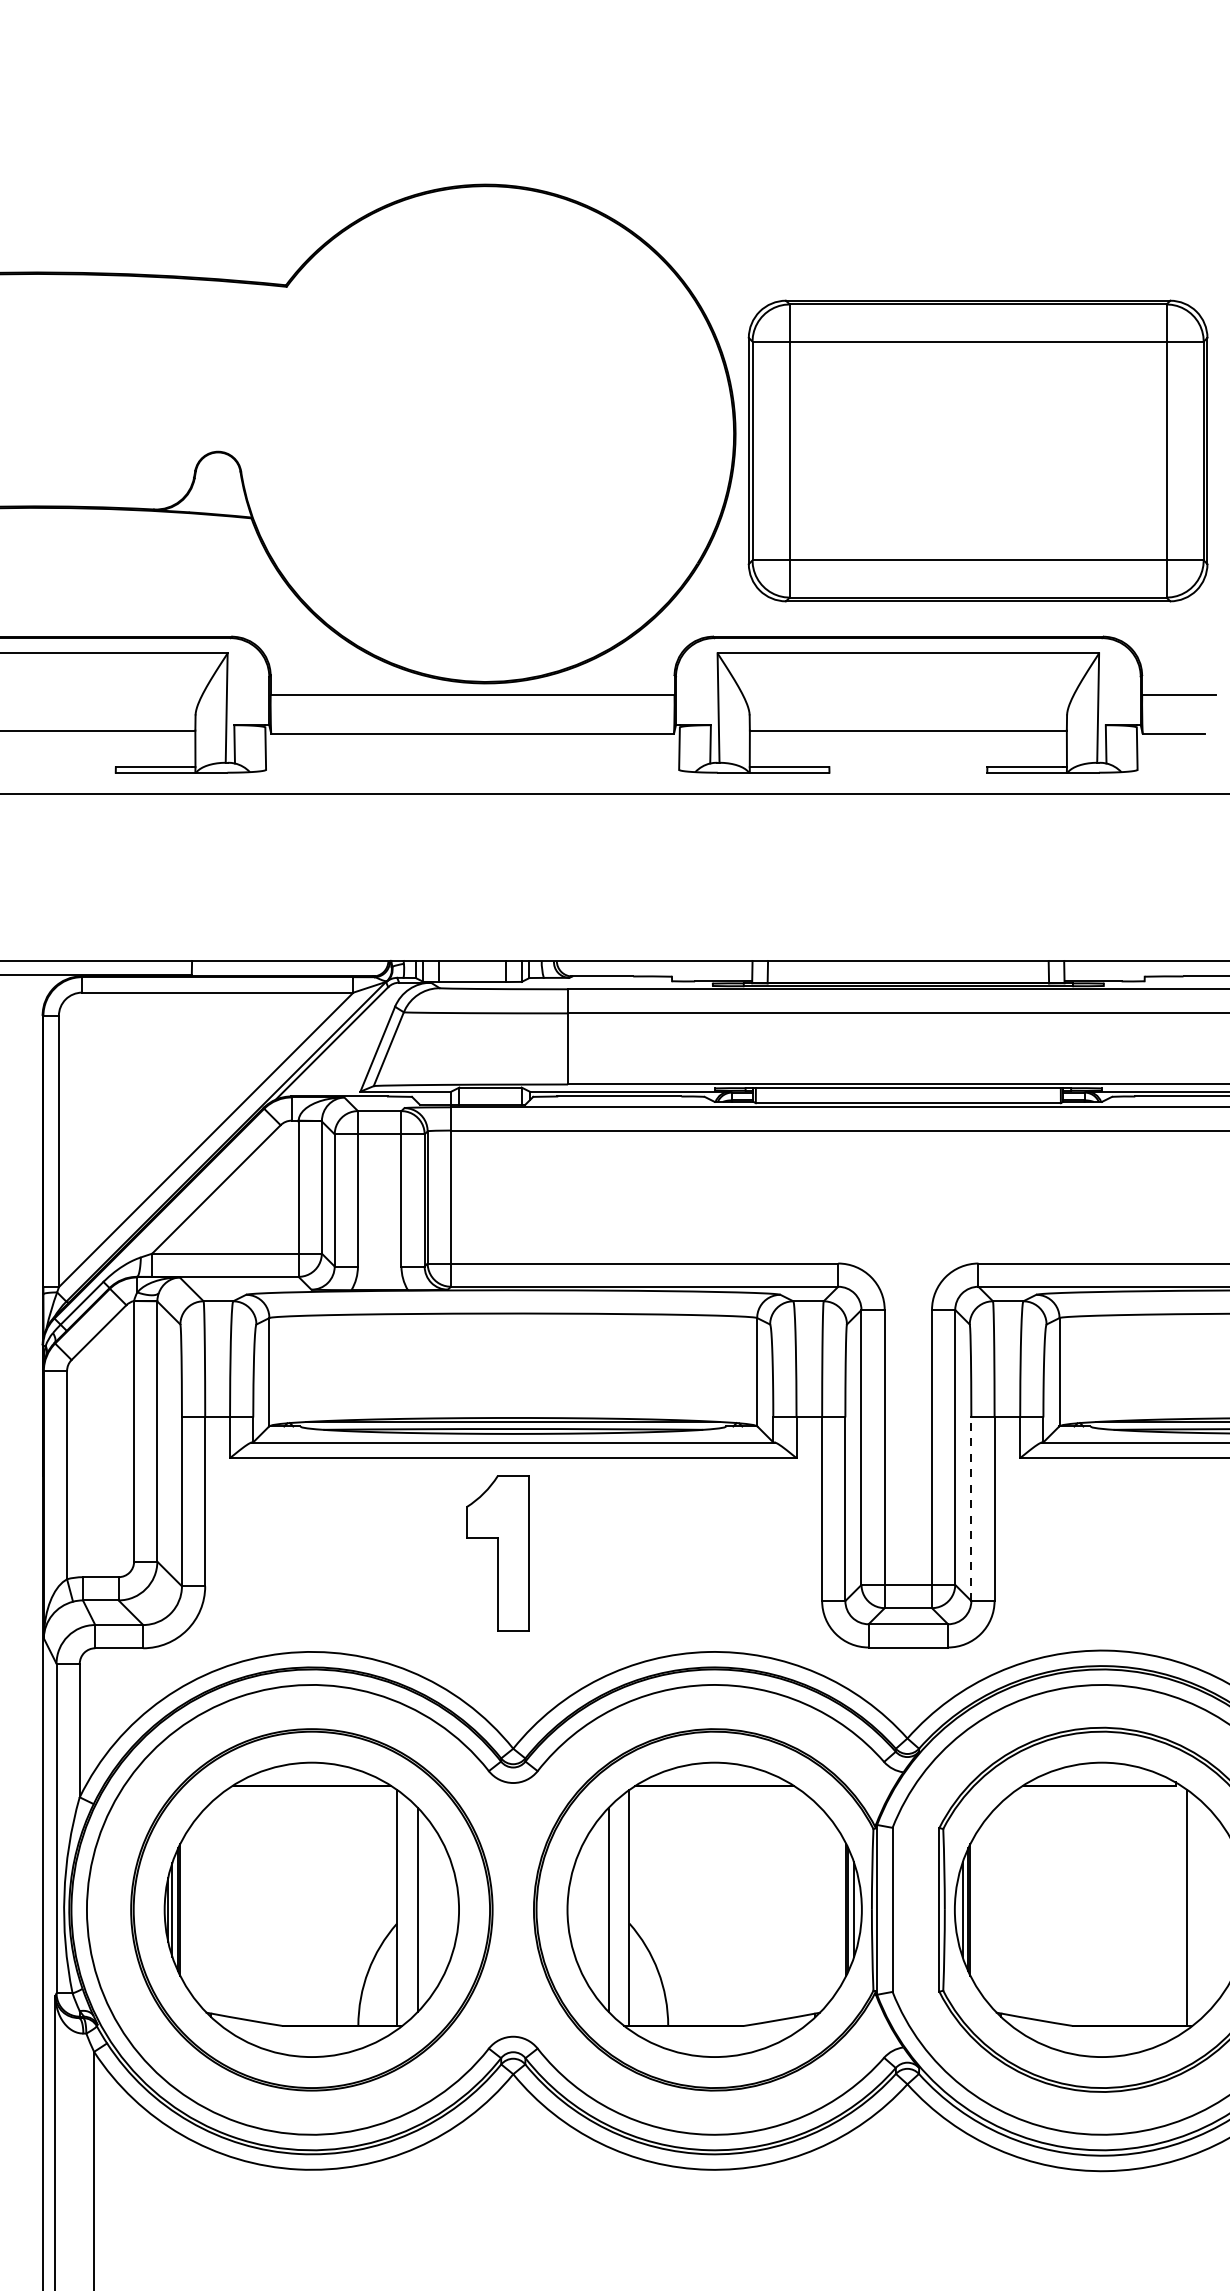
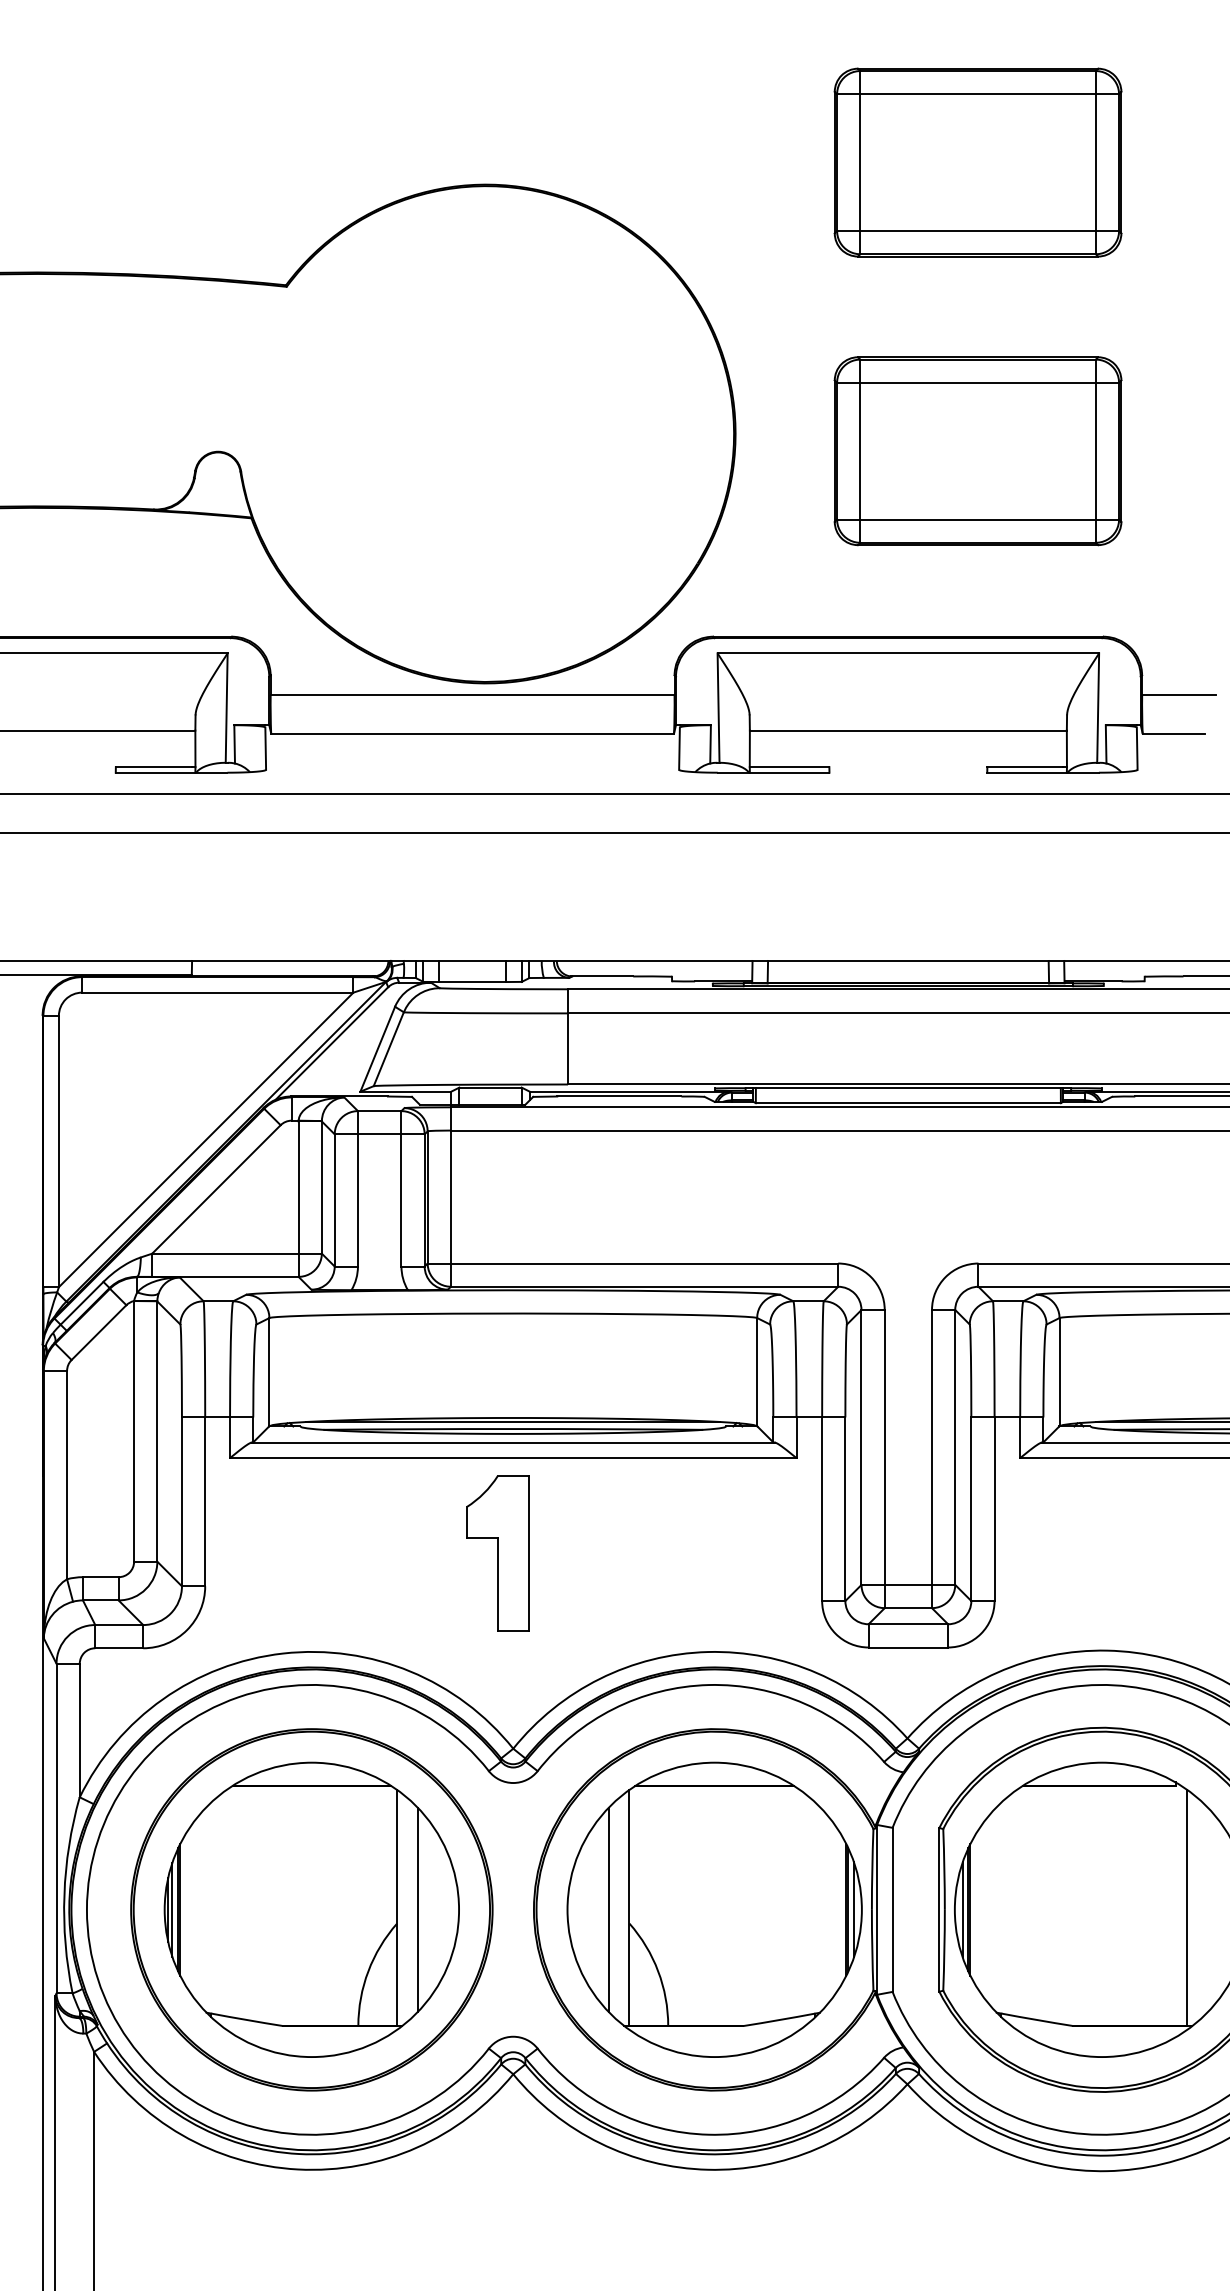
part at (977, 162): none -> present
part at (977, 450) size: 462x304 px -> 290x191 px
line at (614, 832): none -> present
line at (971, 1509): dashed -> solid
